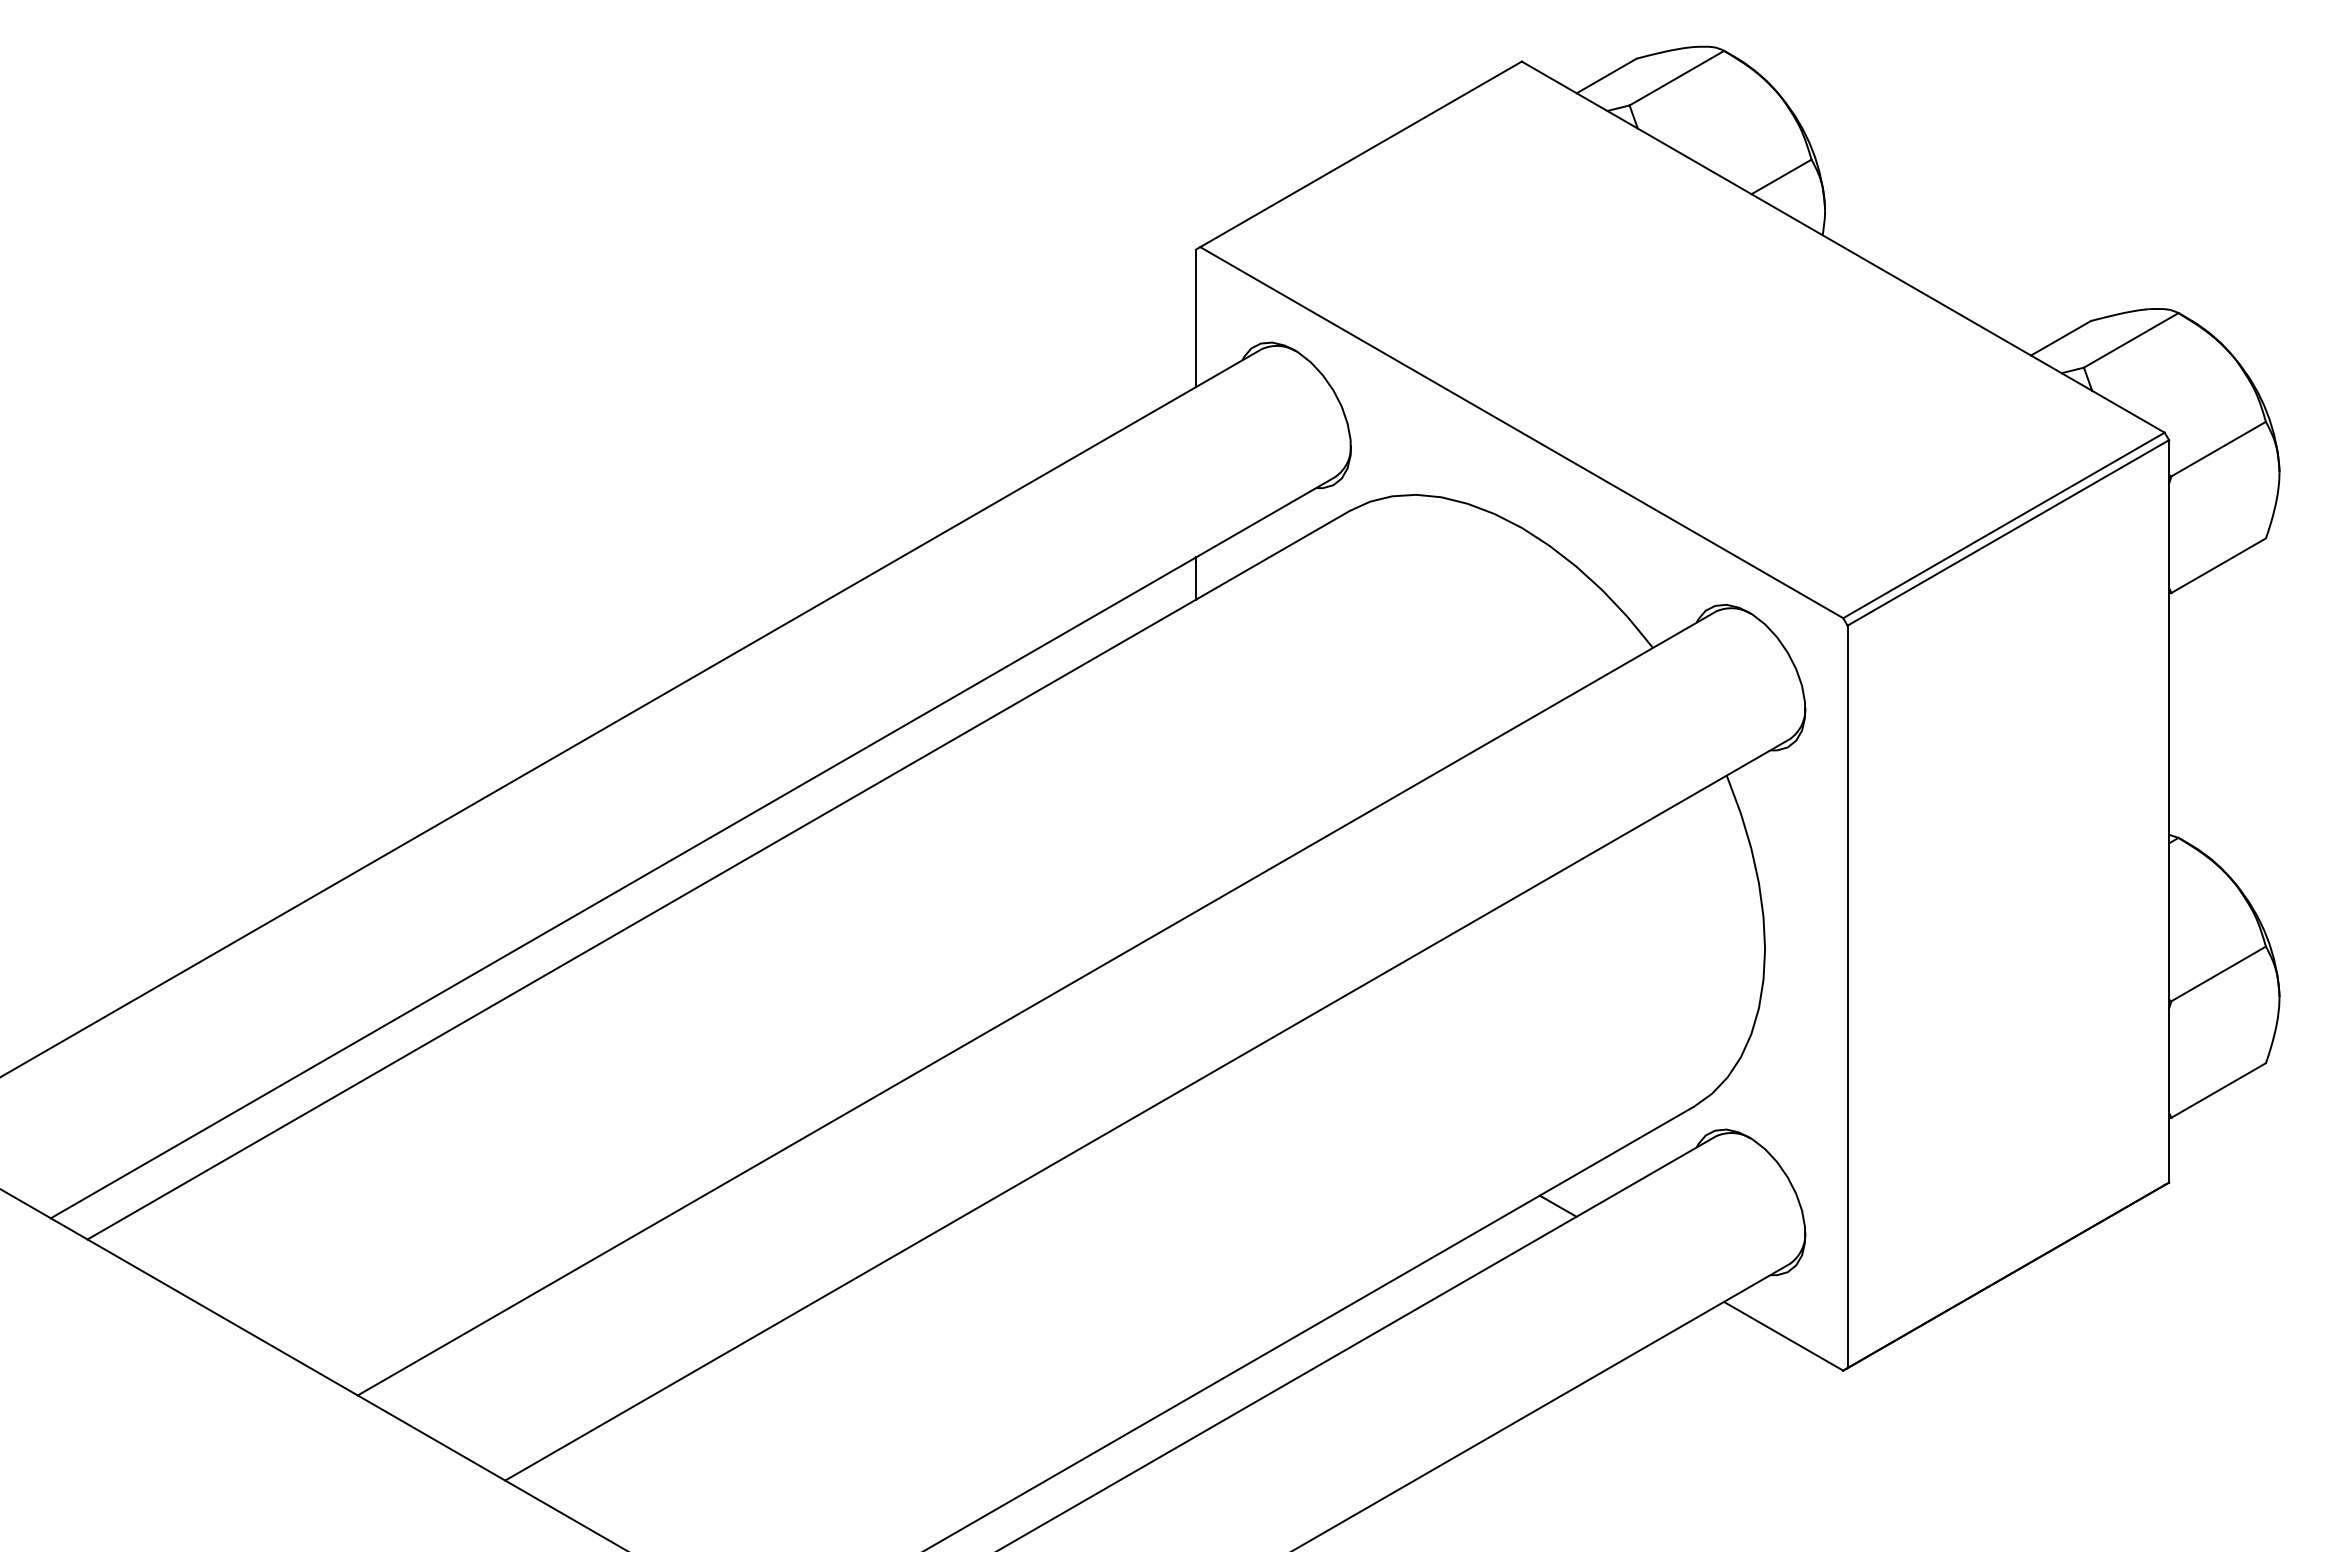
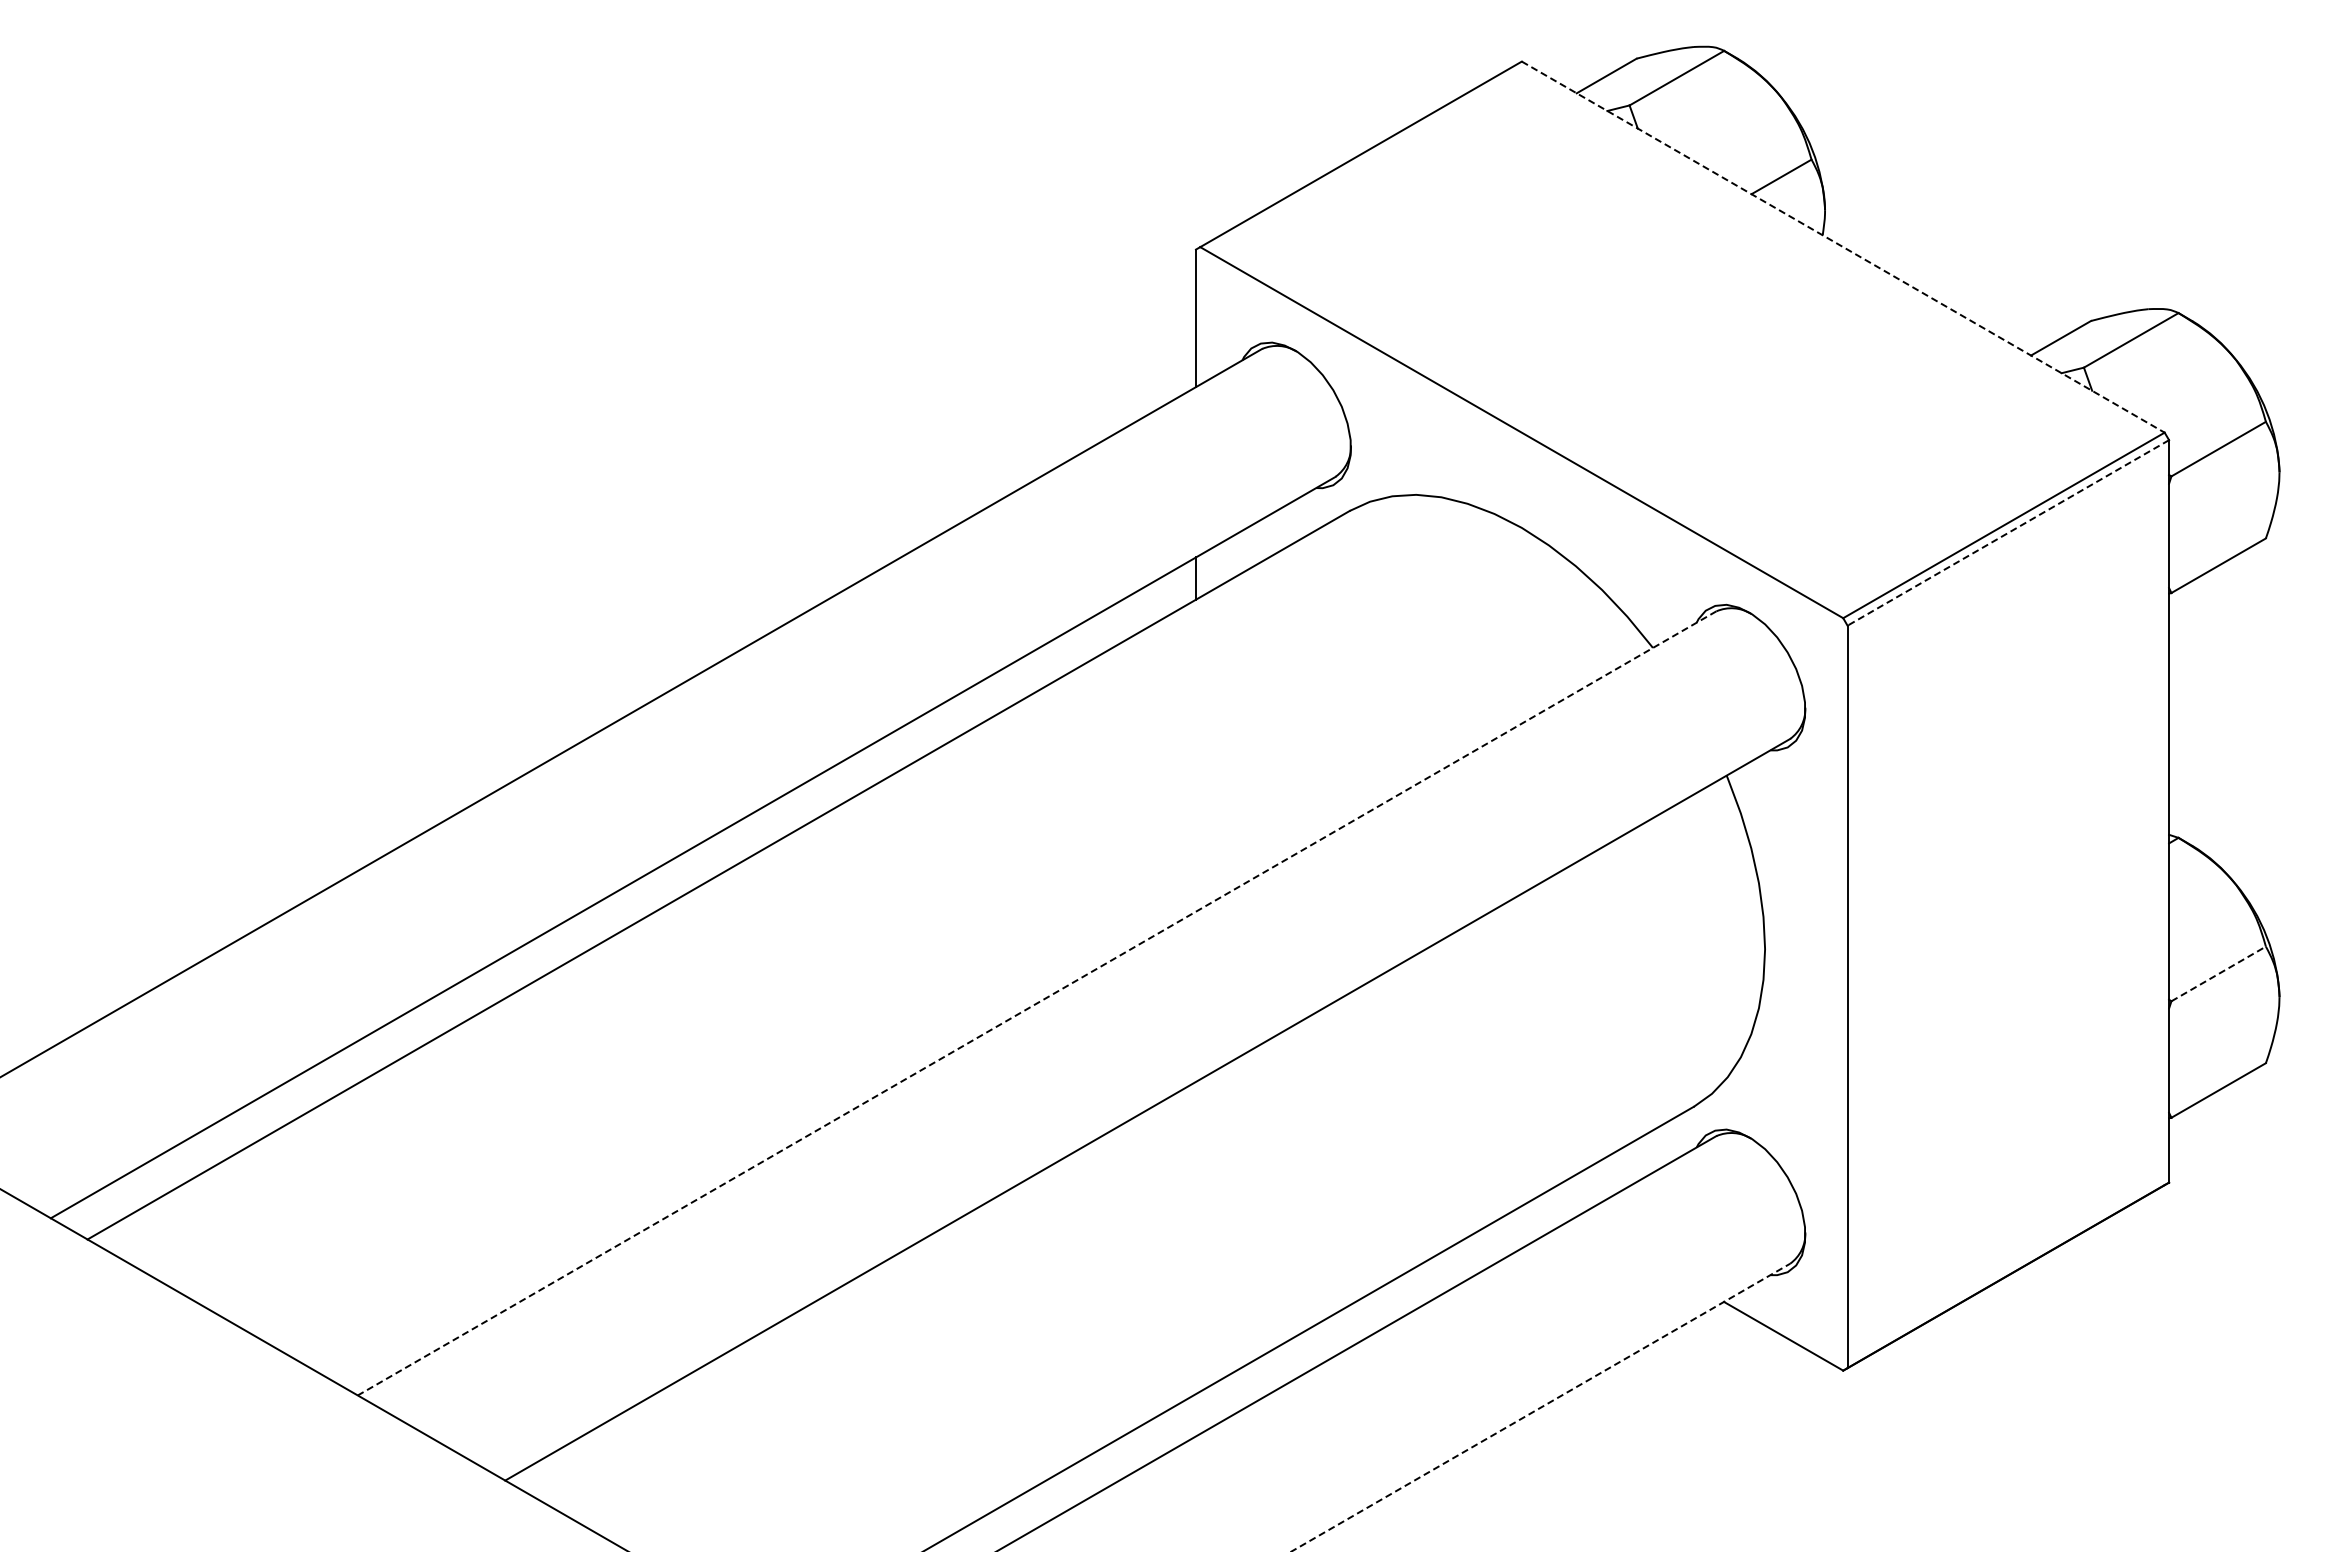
line at (1843, 247): solid -> dashed
line at (2008, 532): solid -> dashed
line at (2218, 973): solid -> dashed
line at (1036, 1003): solid -> dashed
line at (1557, 1205): present -> none
line at (1540, 1407): solid -> dashed
